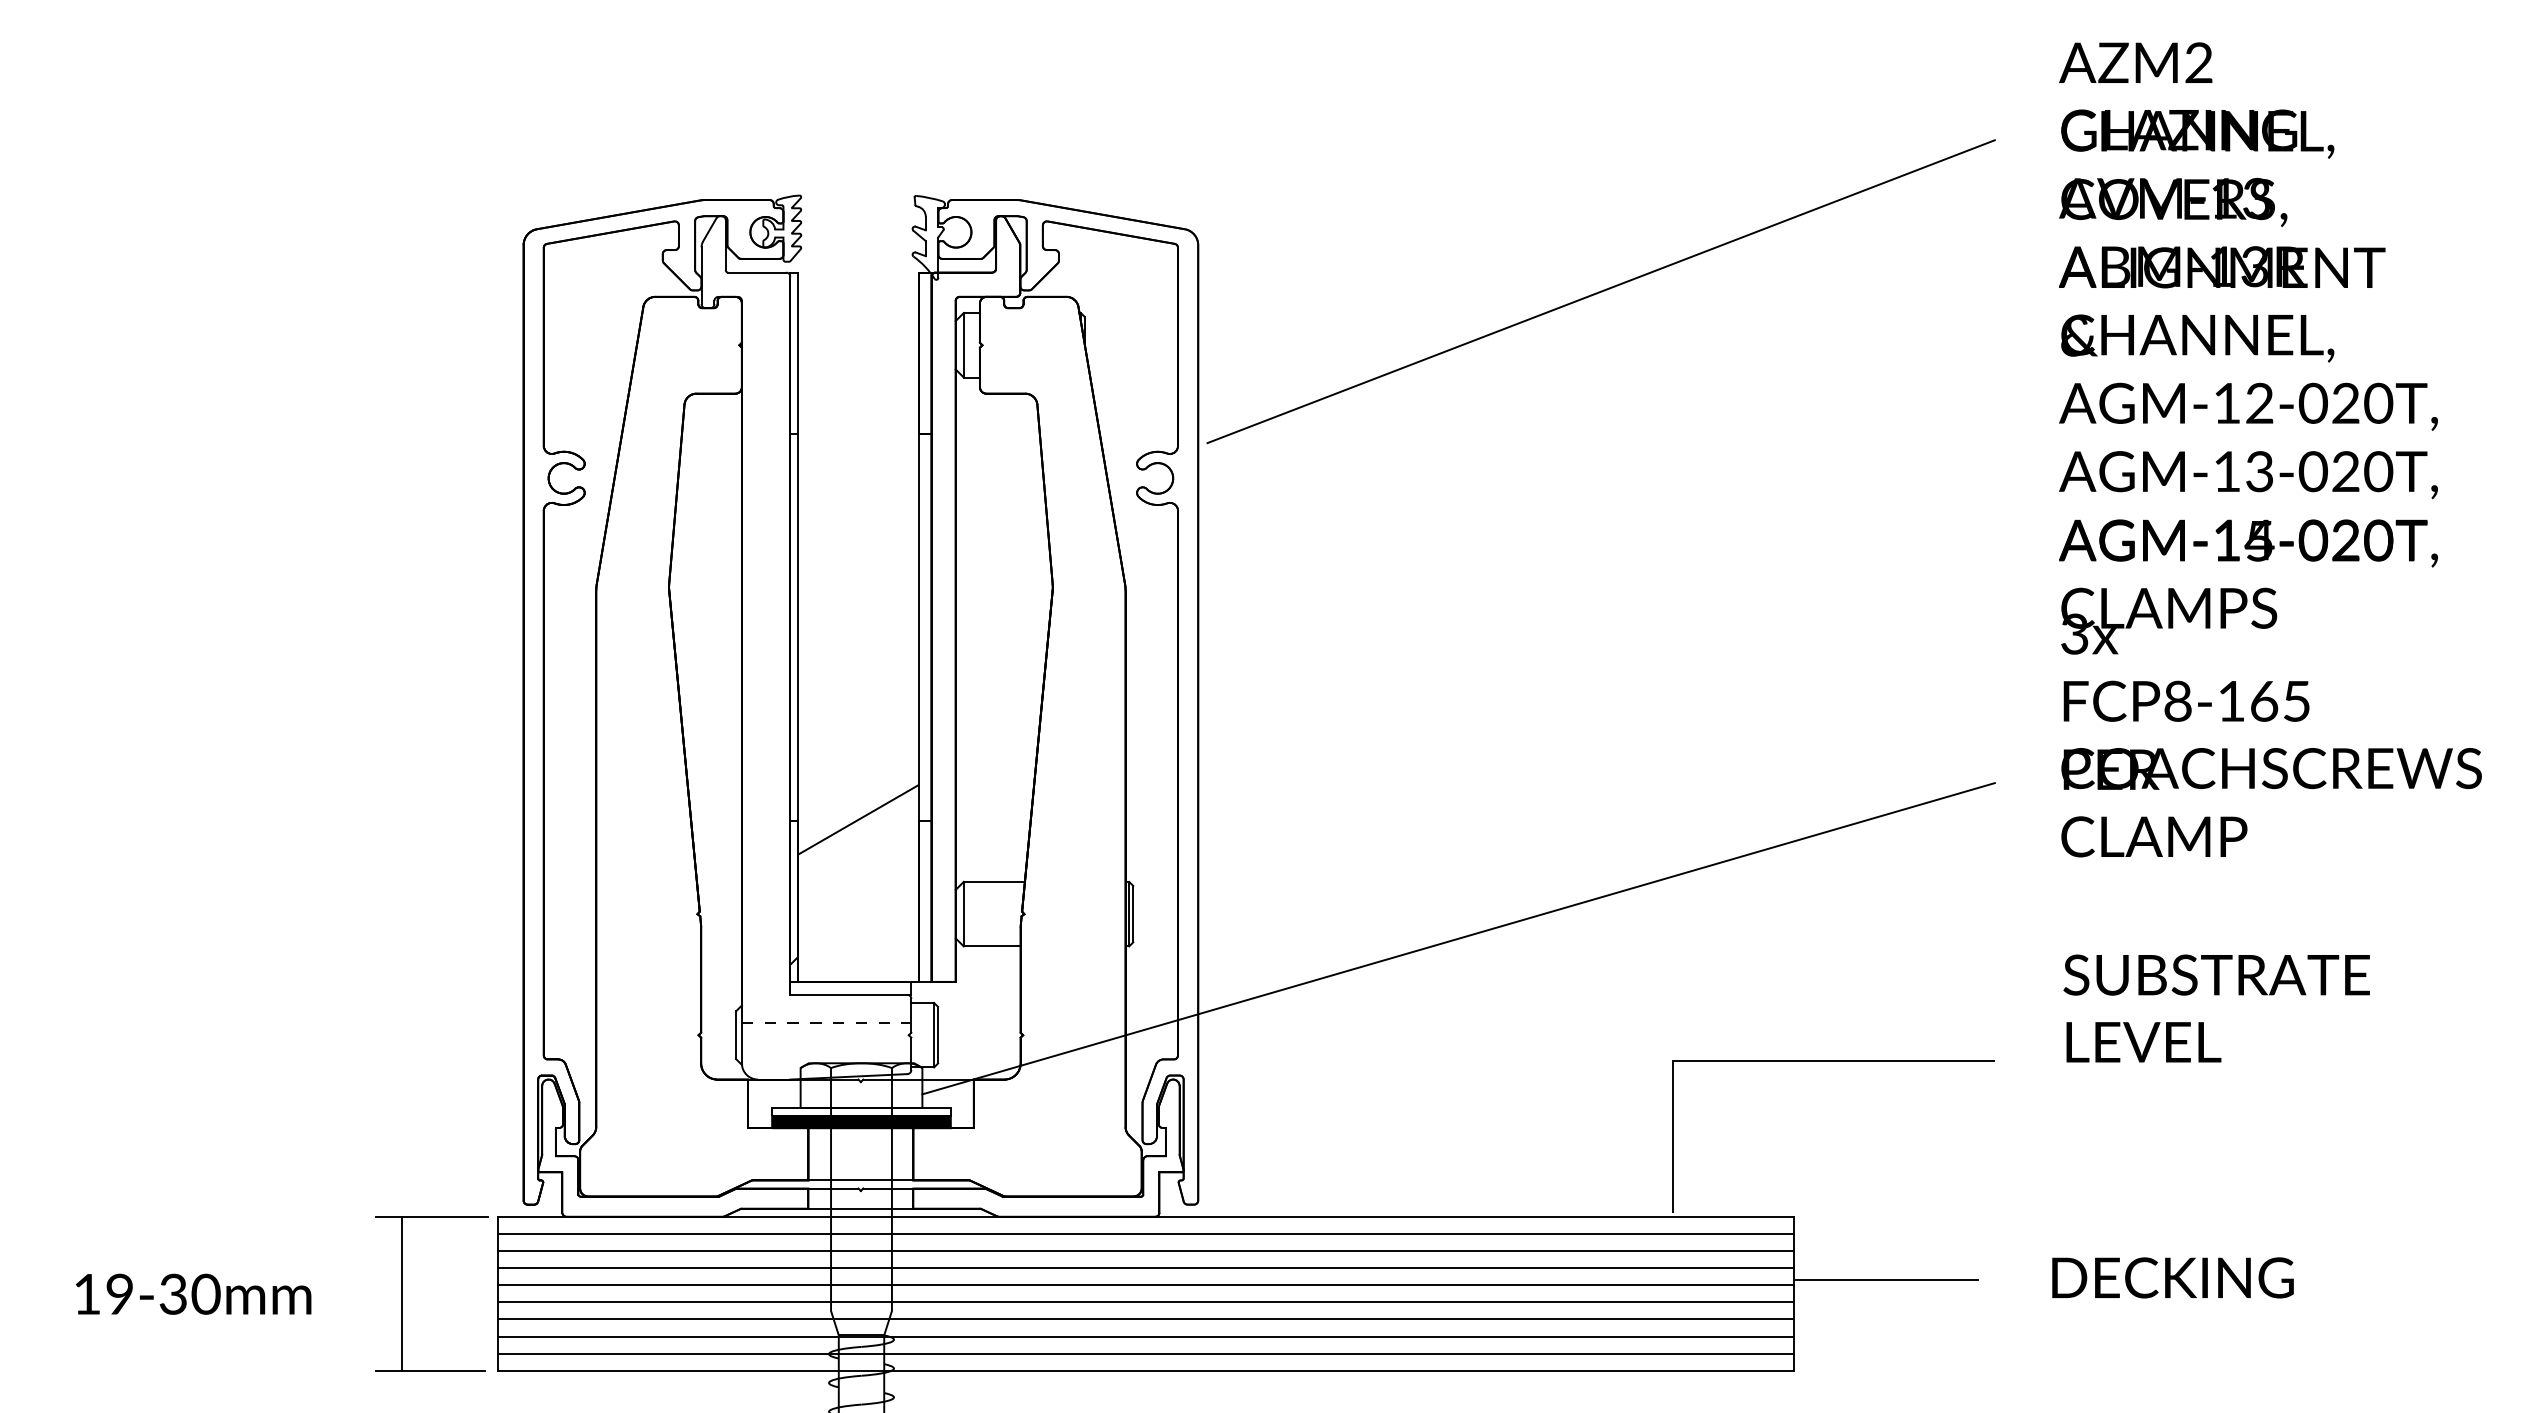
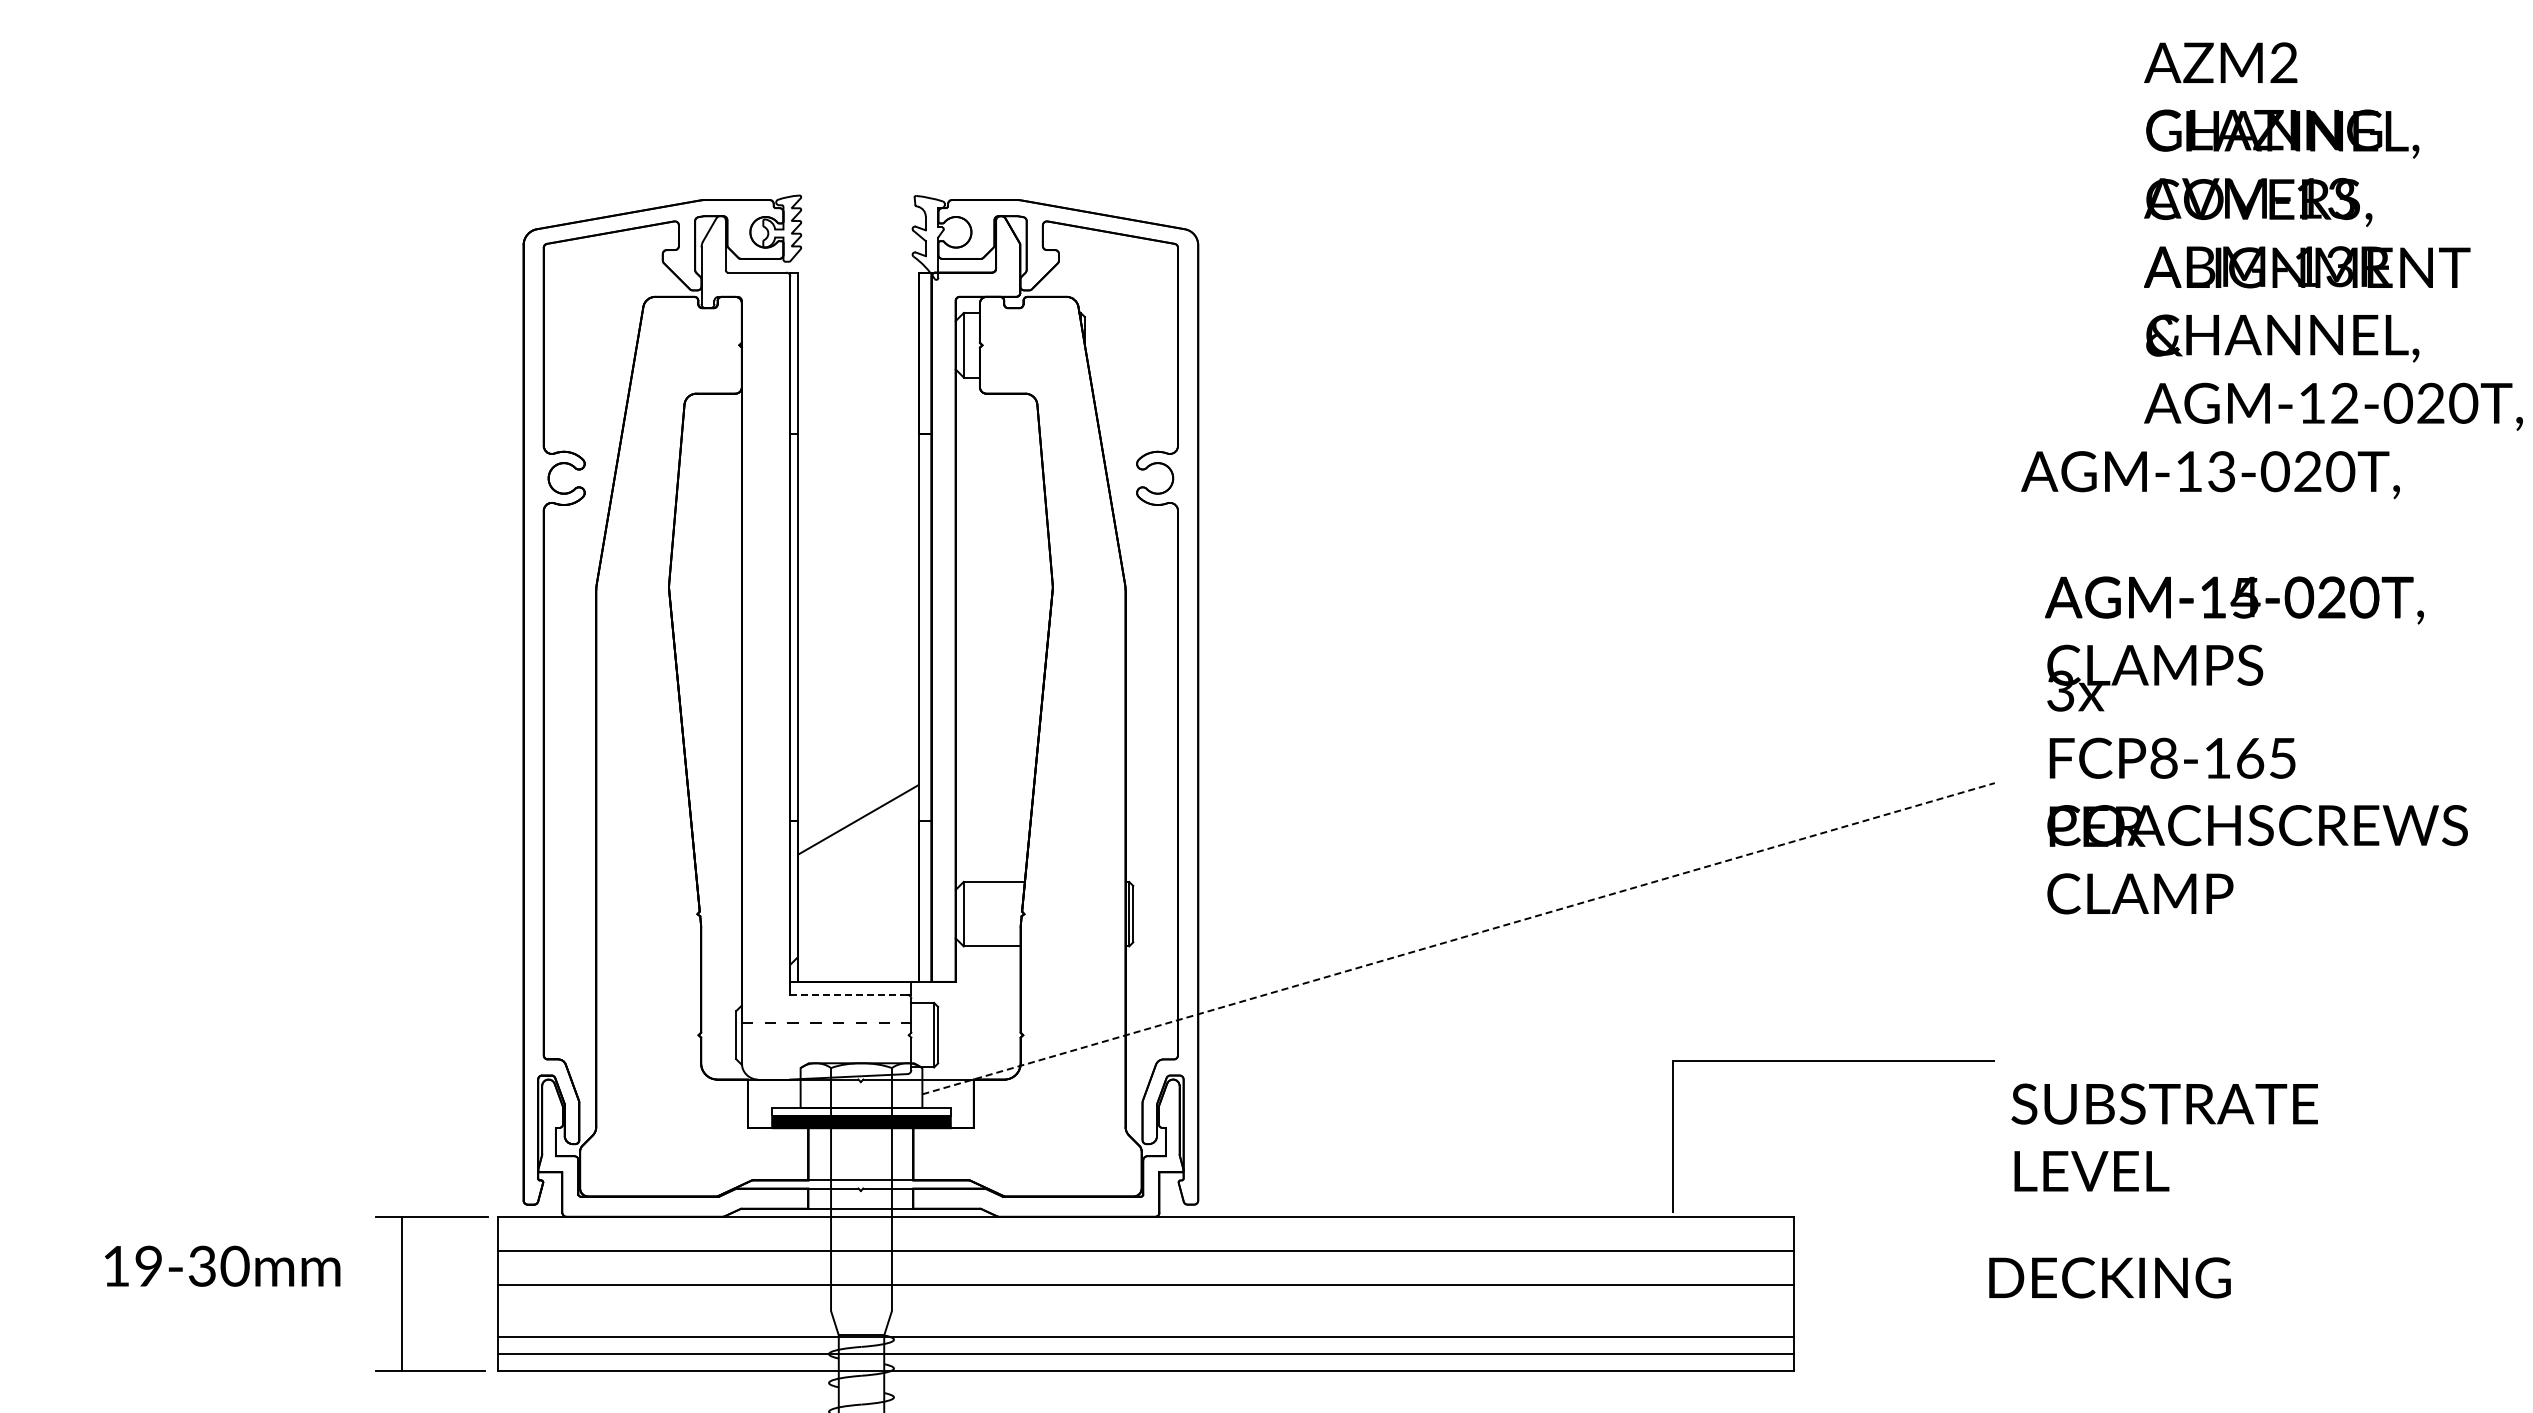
text at (2248, 236) position: (2248, 236) -> (2333, 236)
line at (1600, 291): present -> none
text at (2248, 475) position: (2248, 475) -> (2210, 475)
text at (2270, 688) position: (2270, 688) -> (2256, 745)
line at (1459, 938): solid -> dashed
line at (848, 994): solid -> dashed
text at (2216, 1008) position: (2216, 1008) -> (2164, 1137)
line at (1145, 1234): present -> none
line at (1145, 1268): present -> none
text at (2172, 1277) position: (2172, 1277) -> (2109, 1277)
line at (1886, 1280): present -> none
text at (193, 1293) position: (193, 1293) -> (222, 1265)
line at (1145, 1302): present -> none
line at (1145, 1319): present -> none
